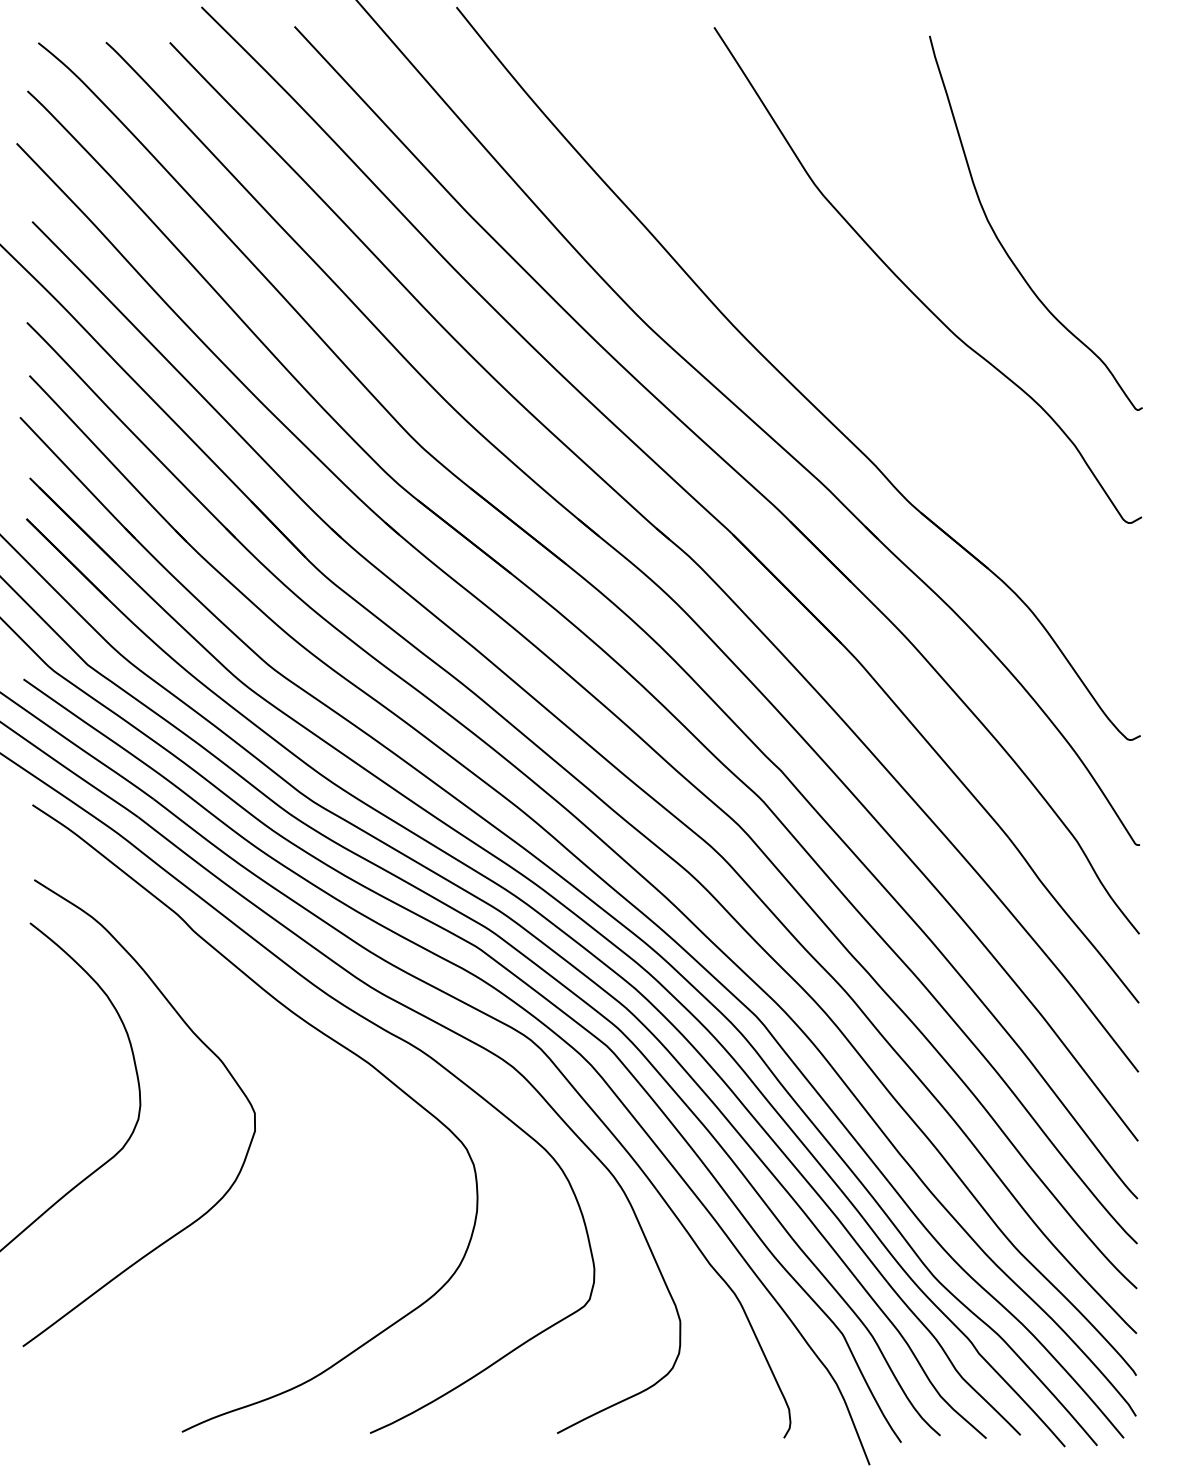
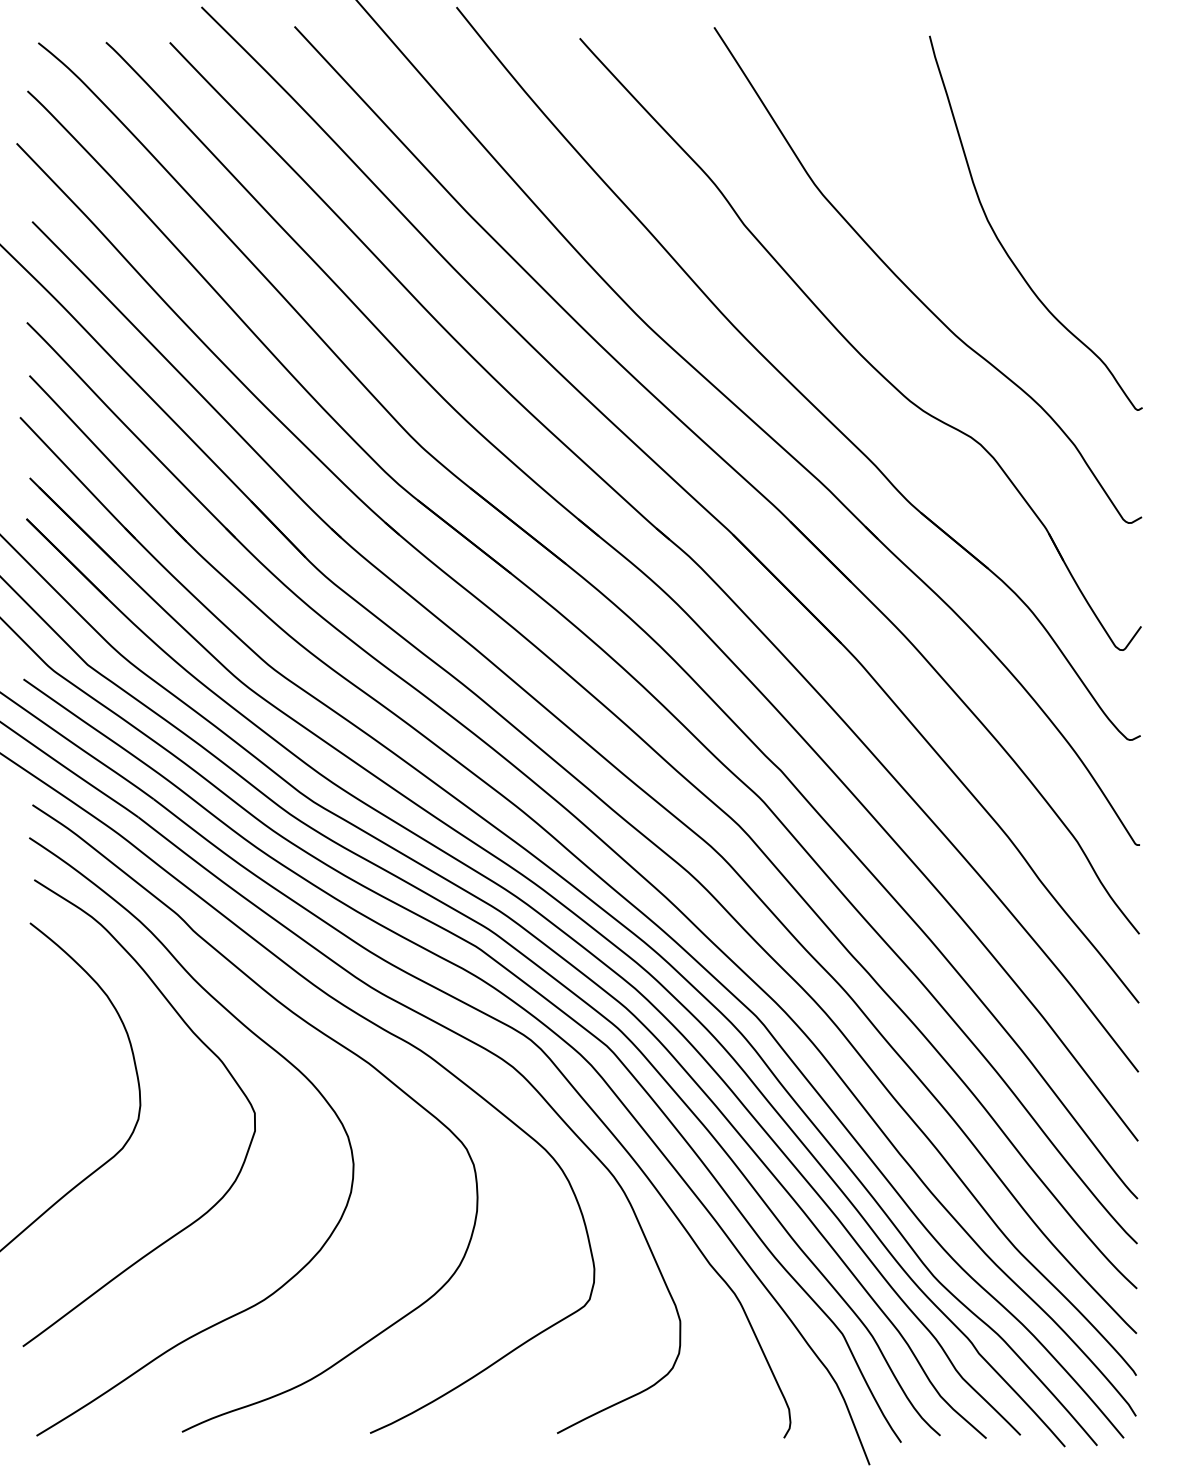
part at (860, 344): none -> present
curve at (265, 1044): none -> present
